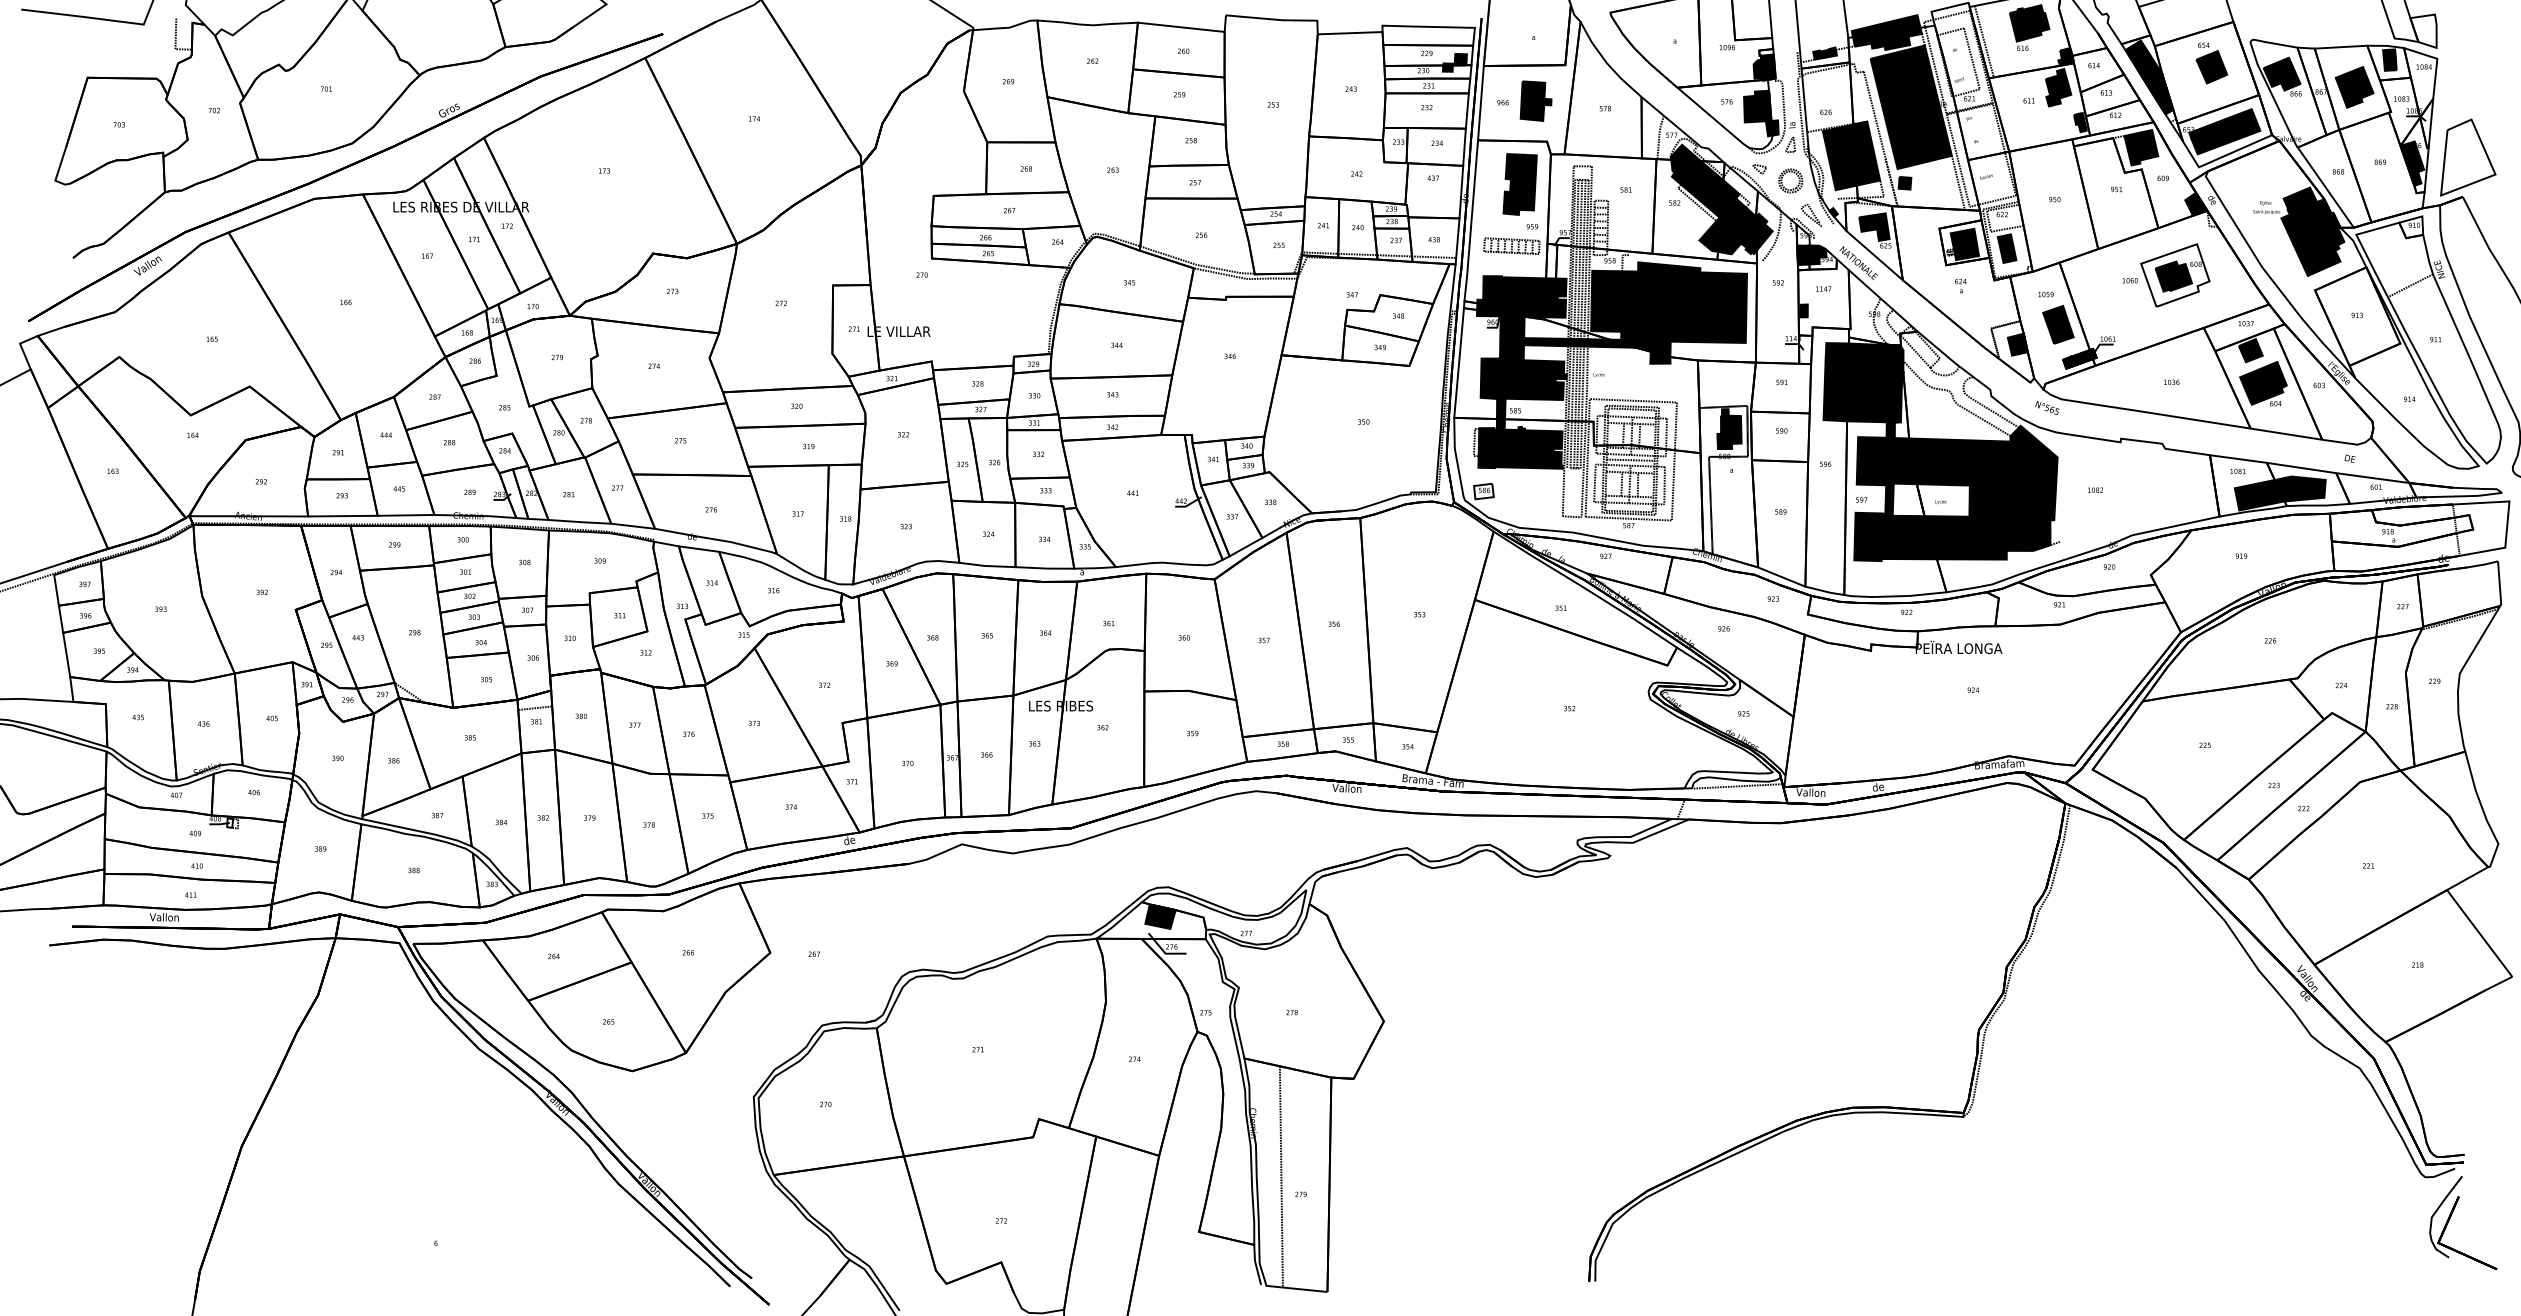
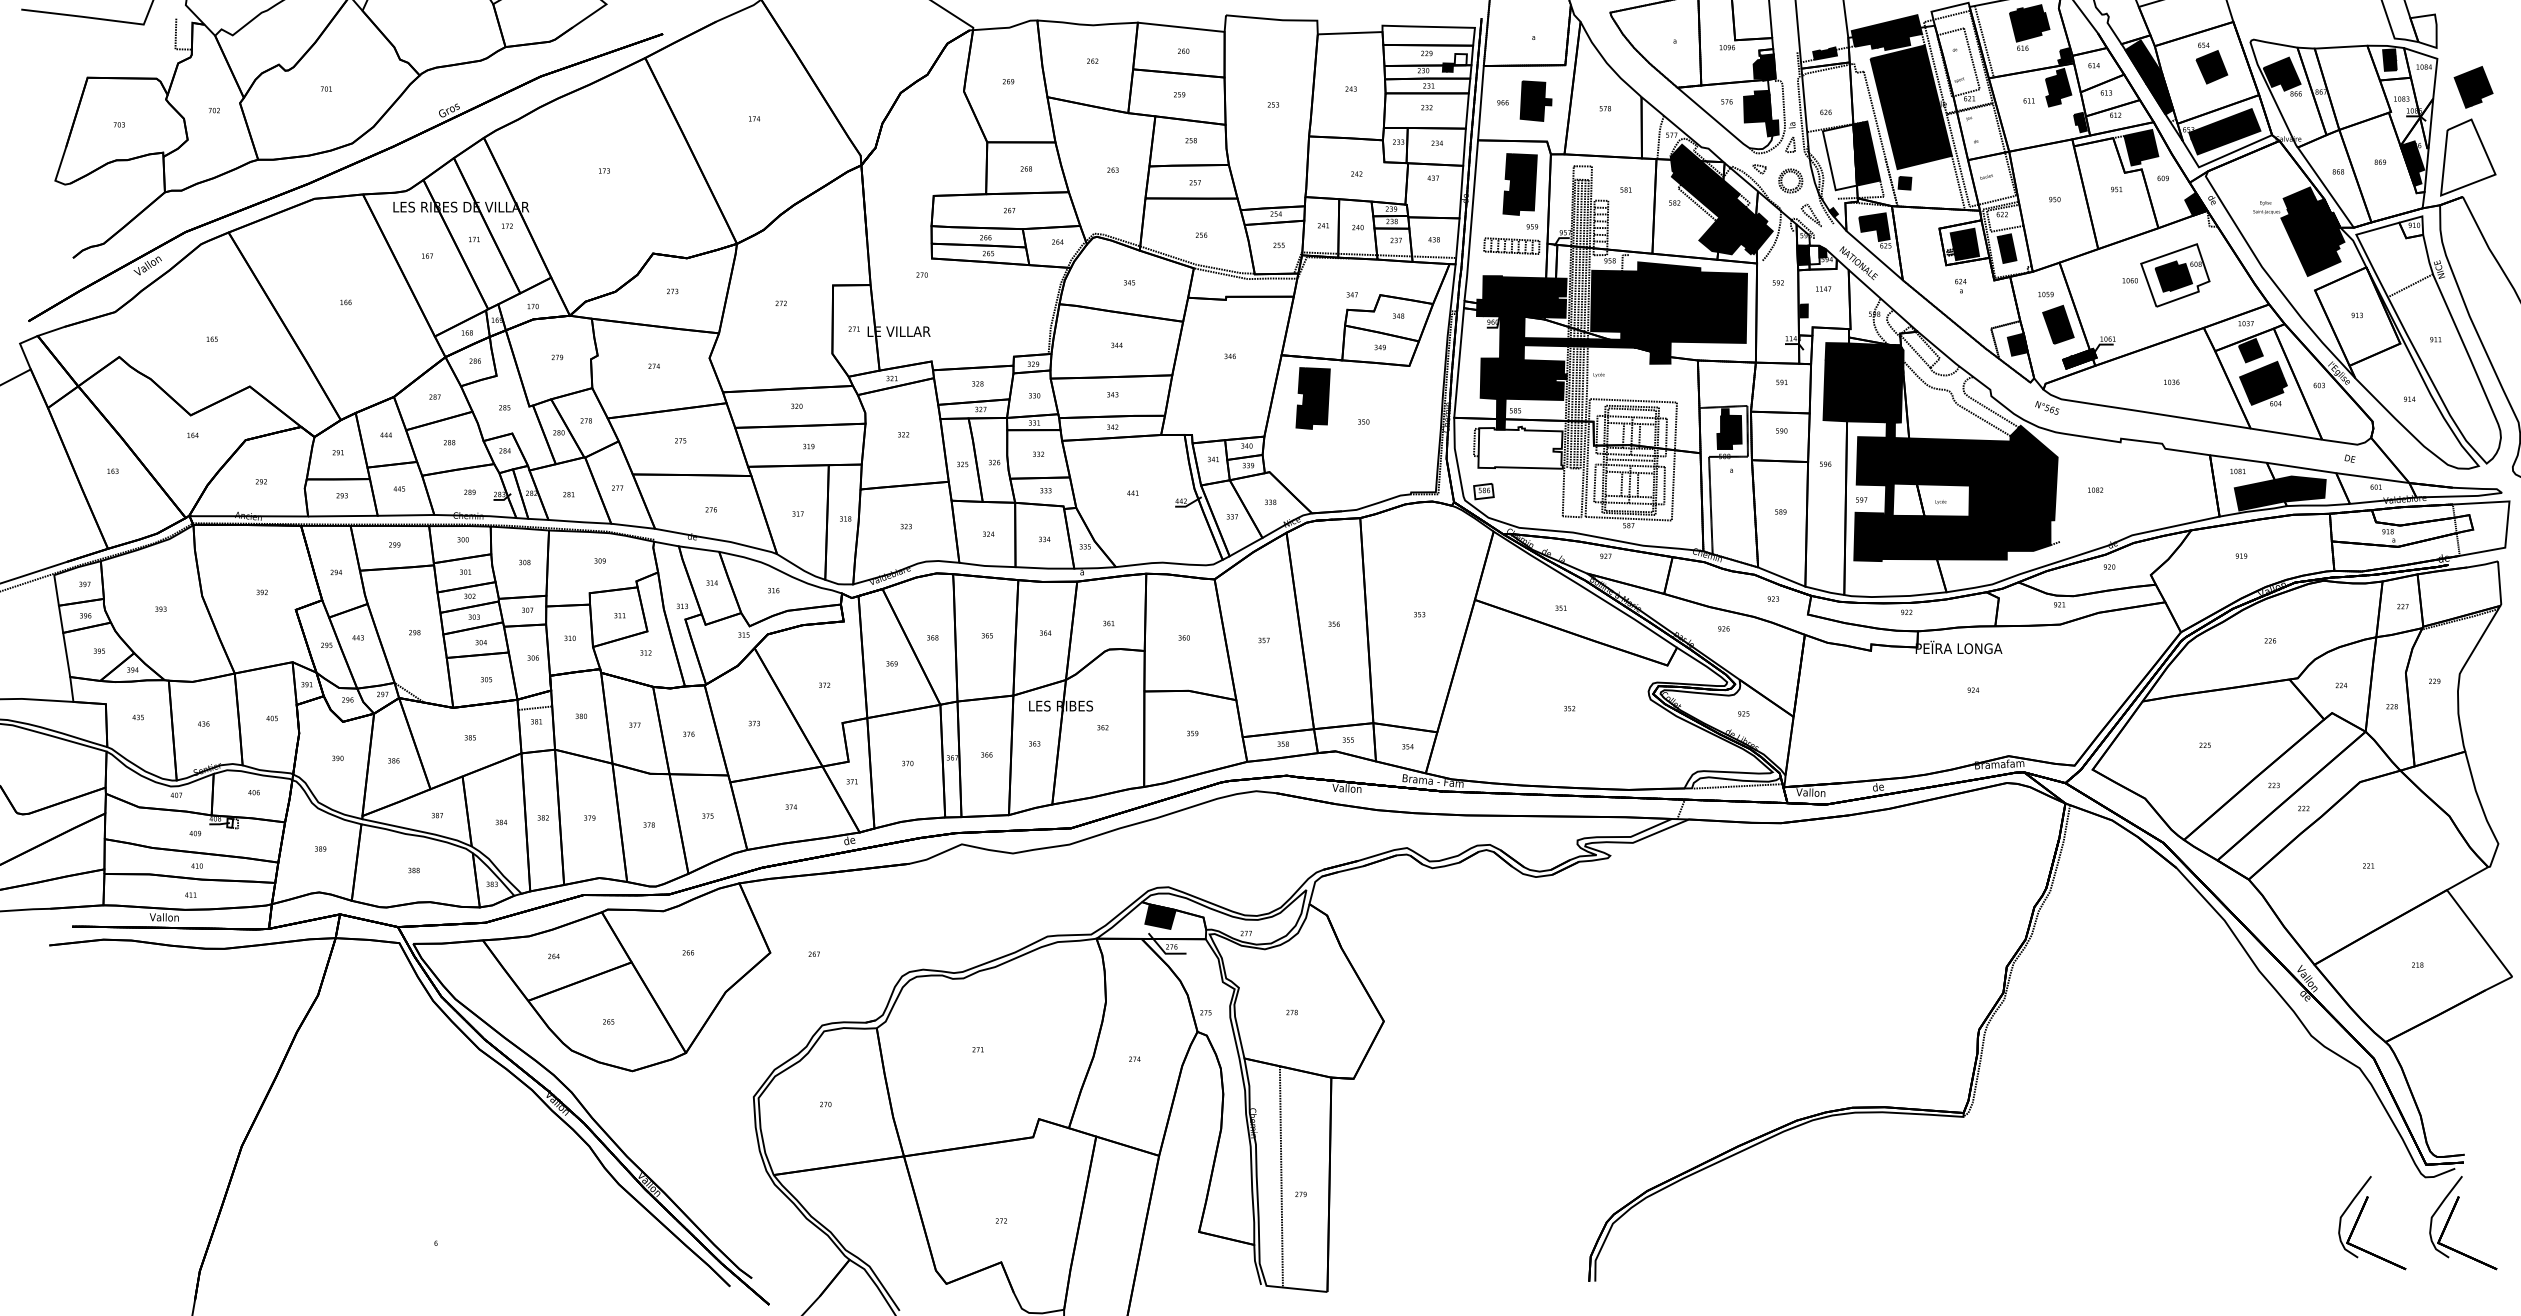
fill at (1460, 59): present -> none
part at (2354, 87) position: (2354, 87) -> (2473, 87)
fill at (1839, 157): present -> none
fill at (1813, 254): present -> none
part at (1312, 398): none -> present
fill at (1520, 447): present -> none
part at (2360, 1216): none -> present
